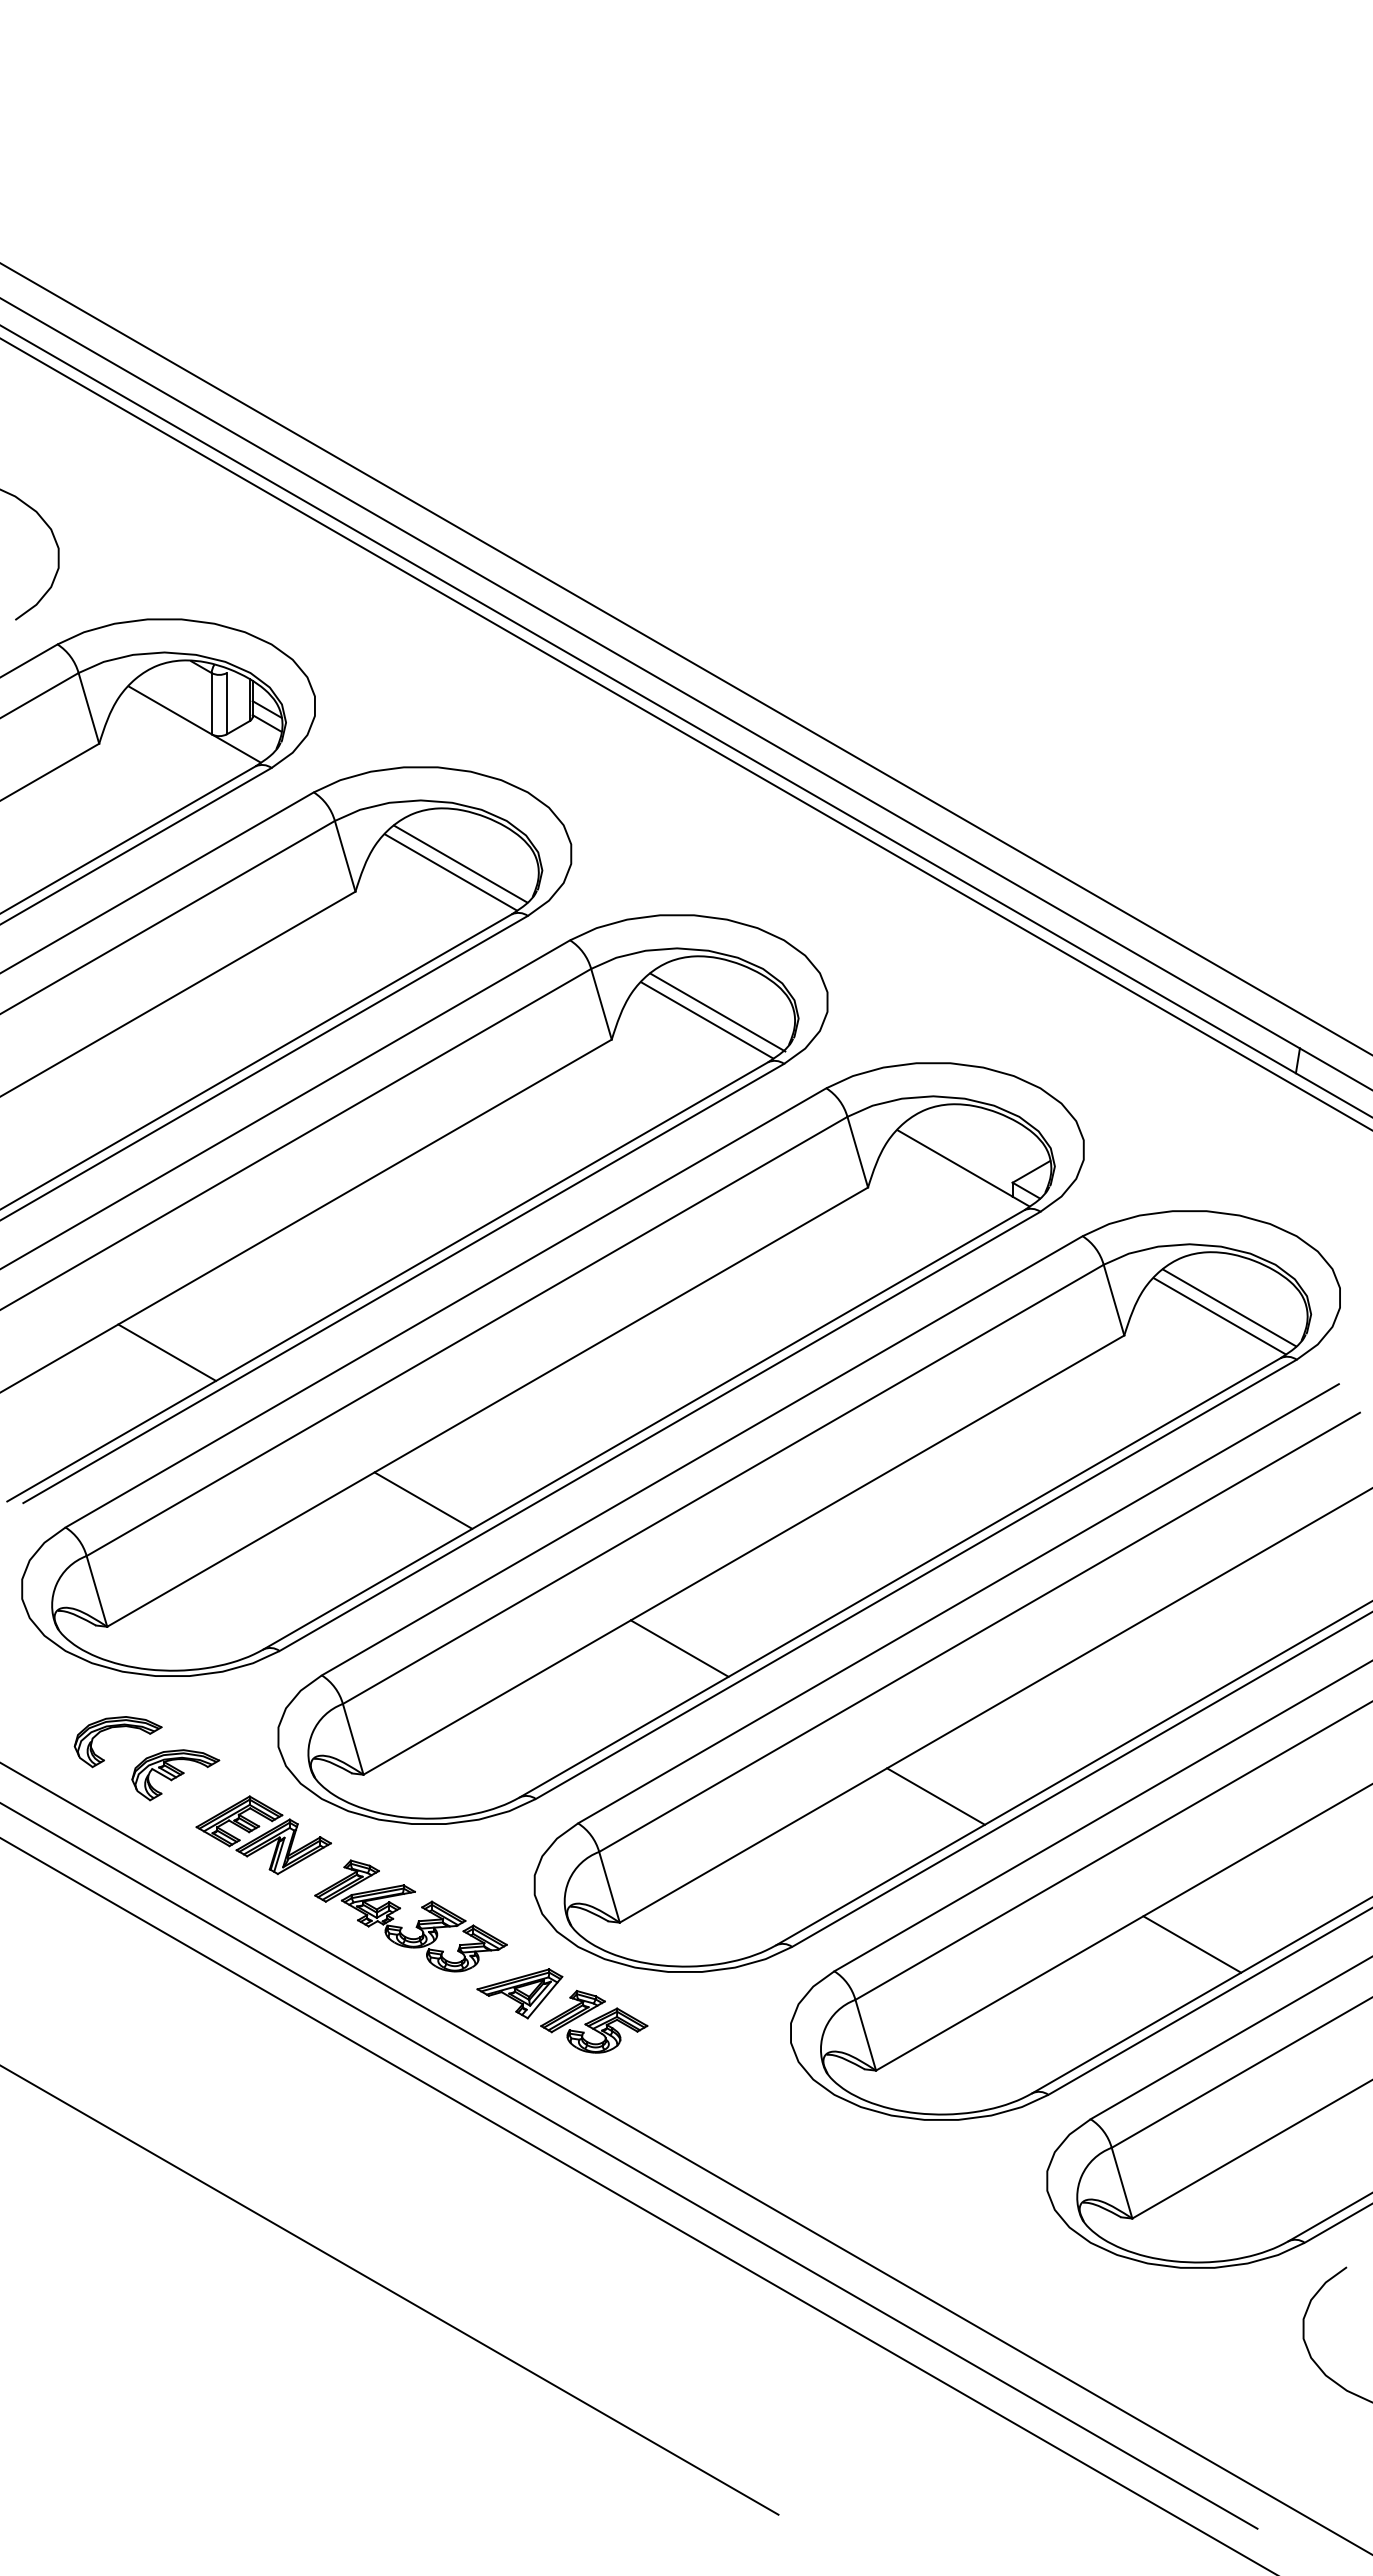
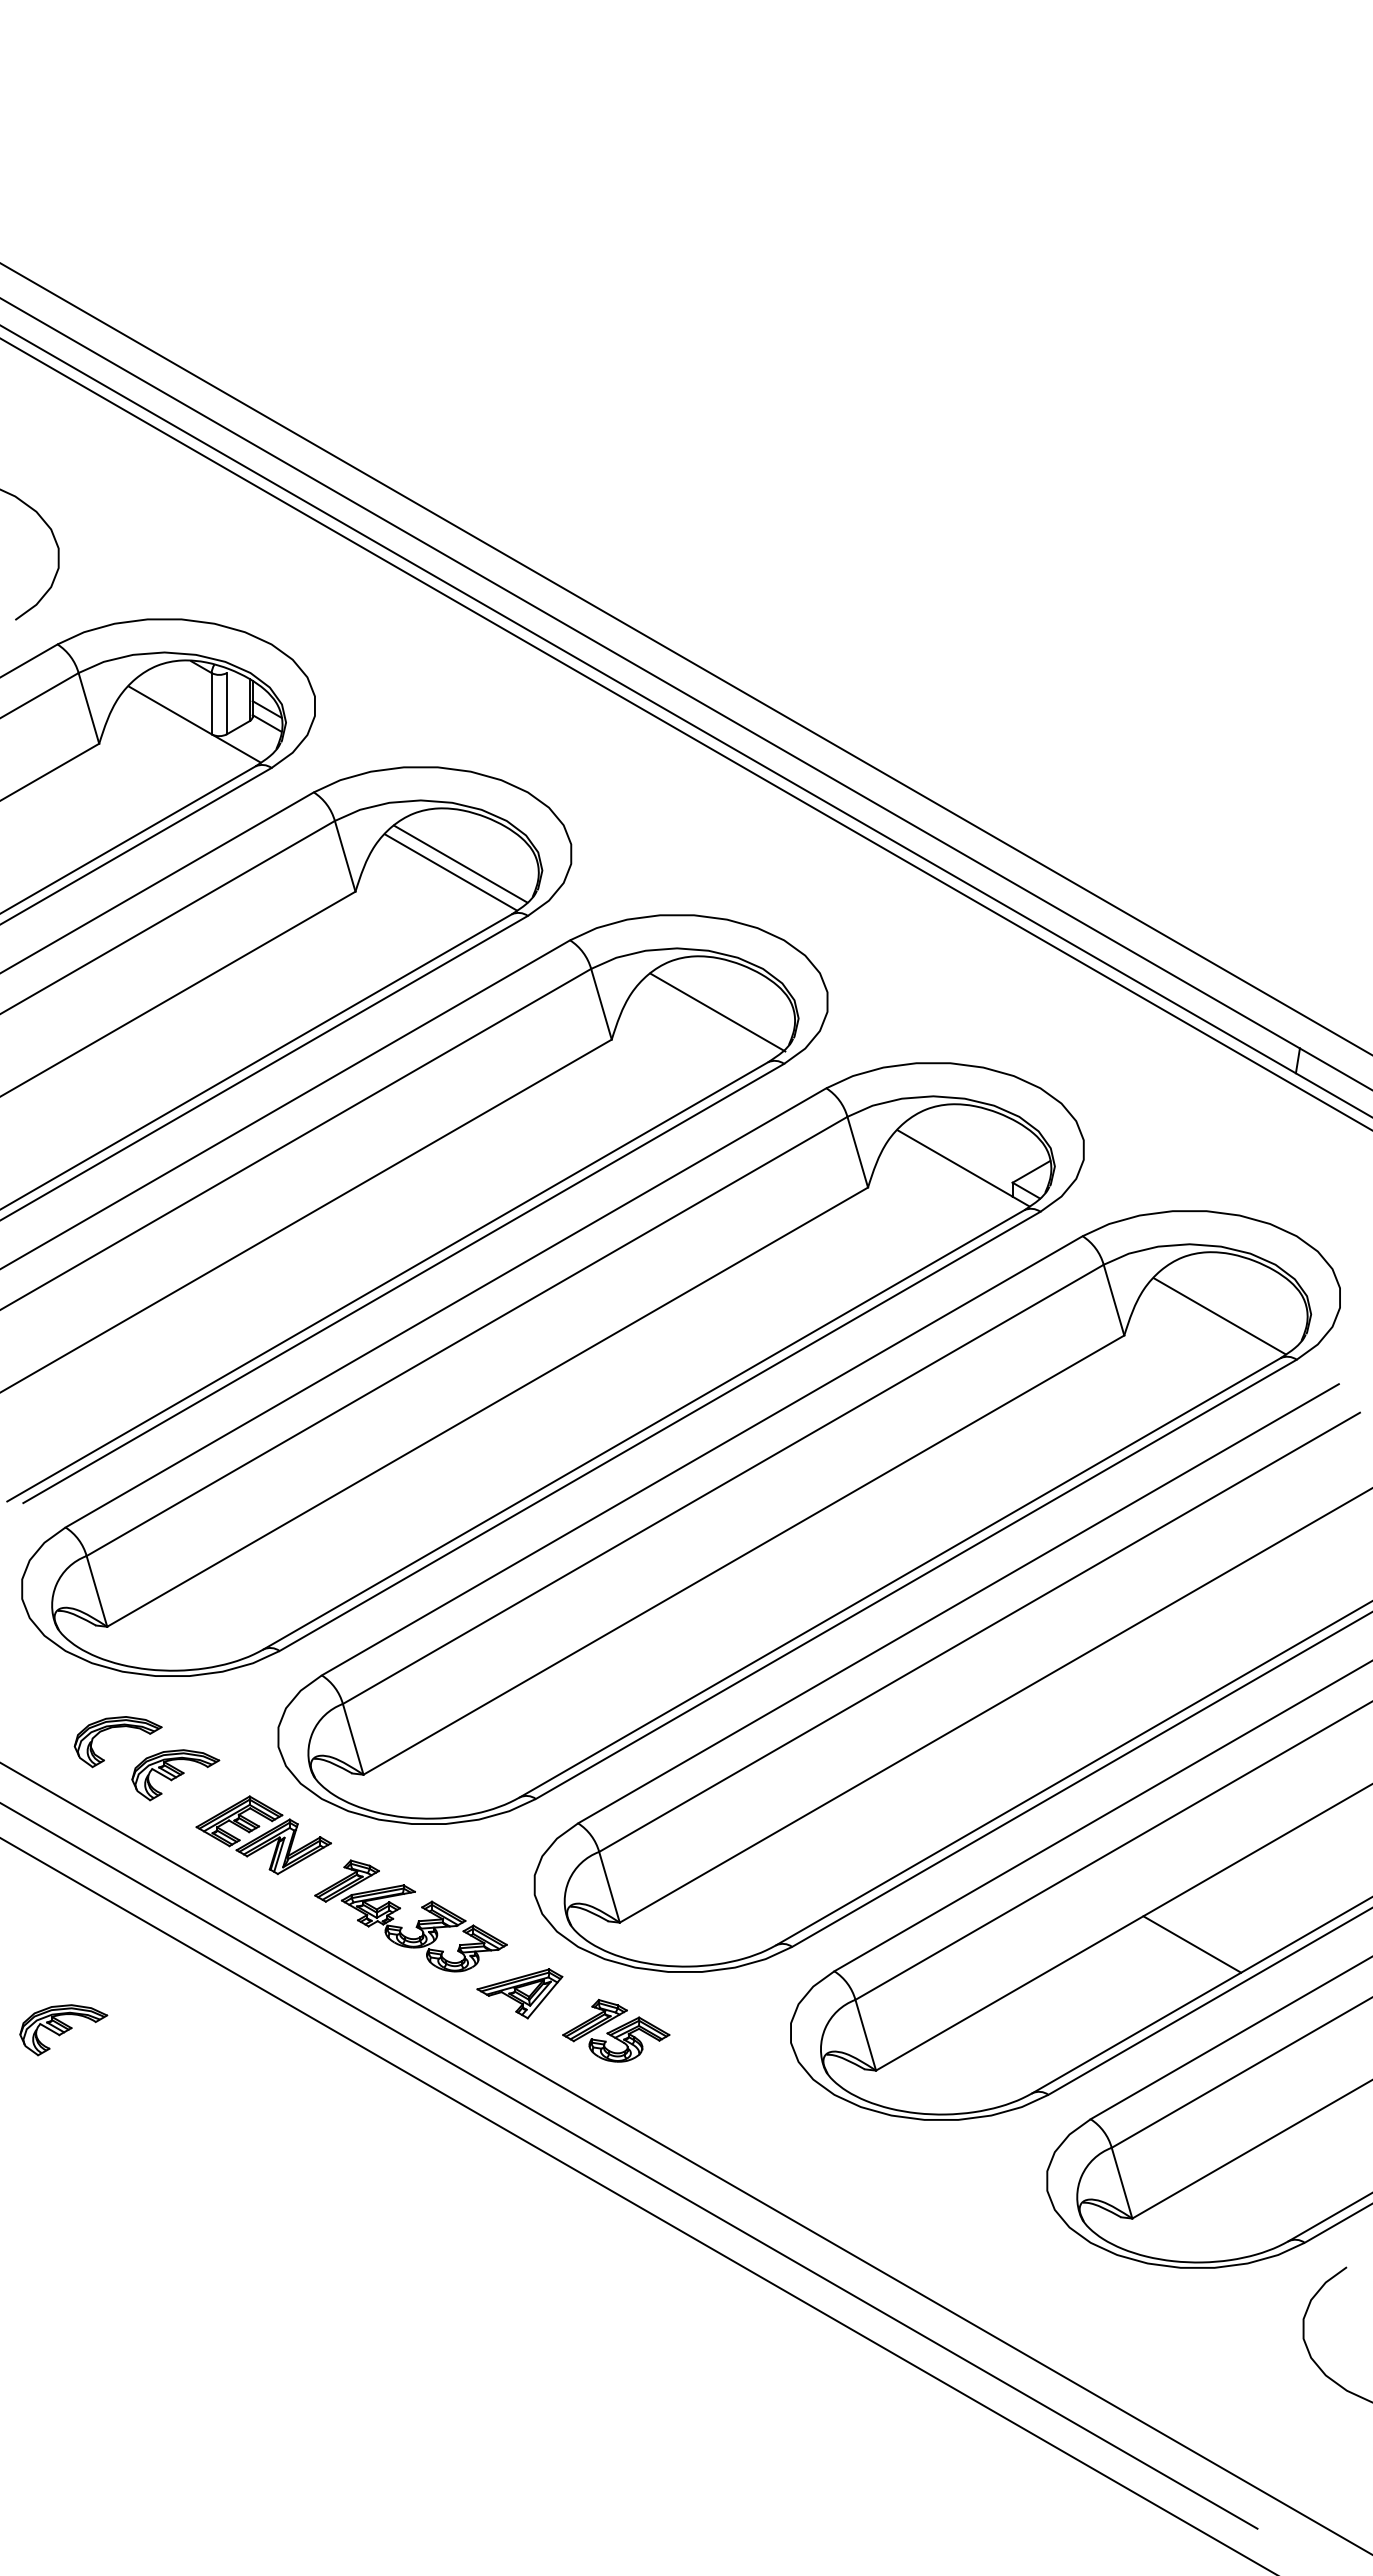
line at (707, 1020): present -> none
line at (1229, 1307): present -> none
line at (167, 1352): present -> none
line at (423, 1500): present -> none
line at (679, 1648): present -> none
line at (935, 1796): present -> none
part at (594, 2021) position: (594, 2021) -> (616, 2030)
part at (63, 2030): none -> present
line at (390, 2290): present -> none
